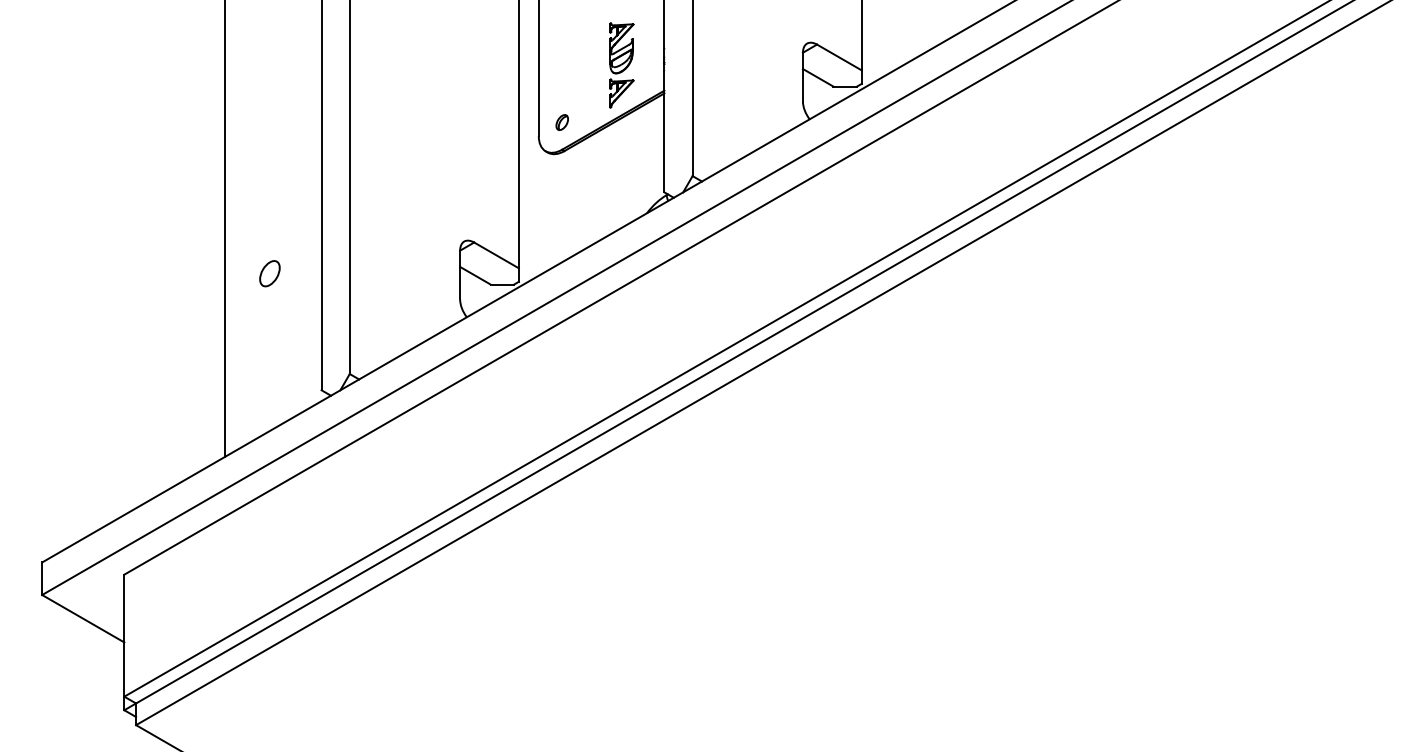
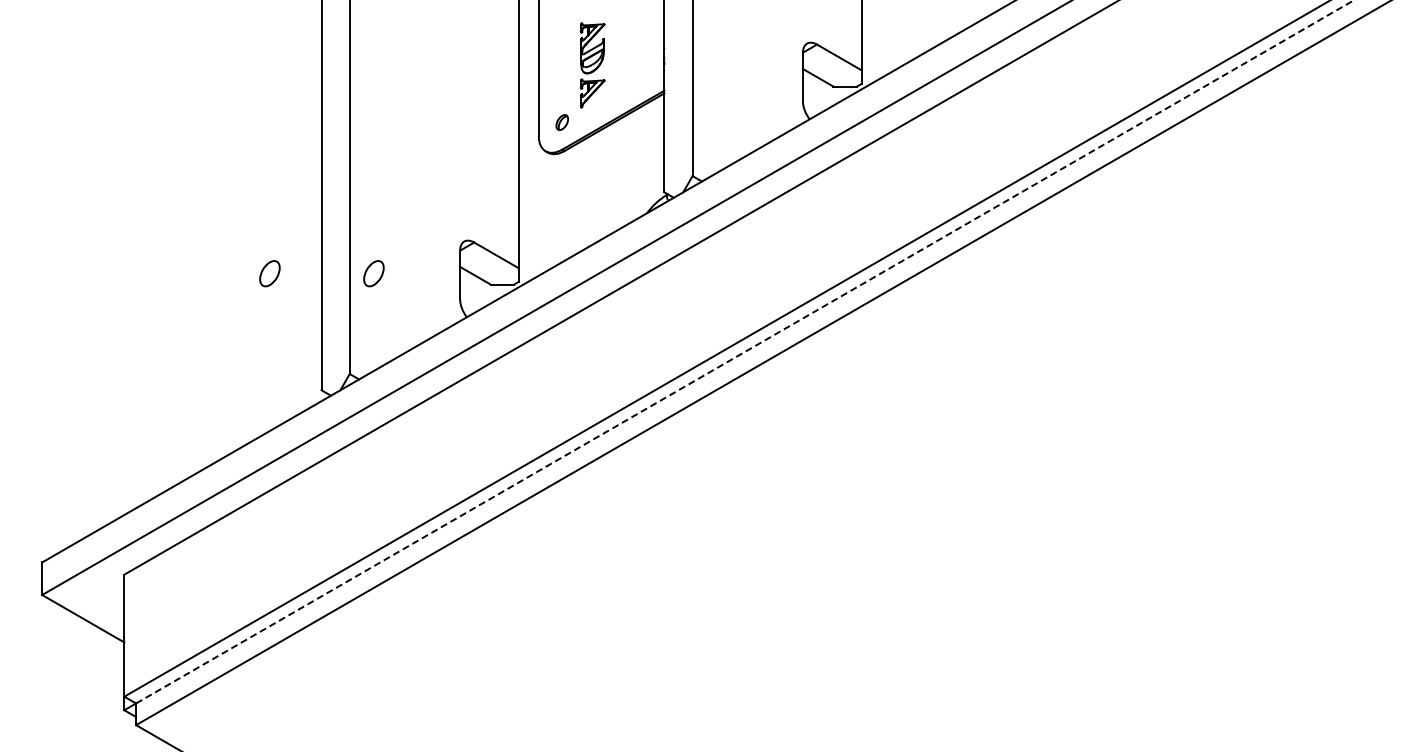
part at (621, 65) position: (621, 65) -> (592, 65)
line at (225, 229): present -> none
part at (373, 273): none -> present
line at (745, 351): solid -> dashed
